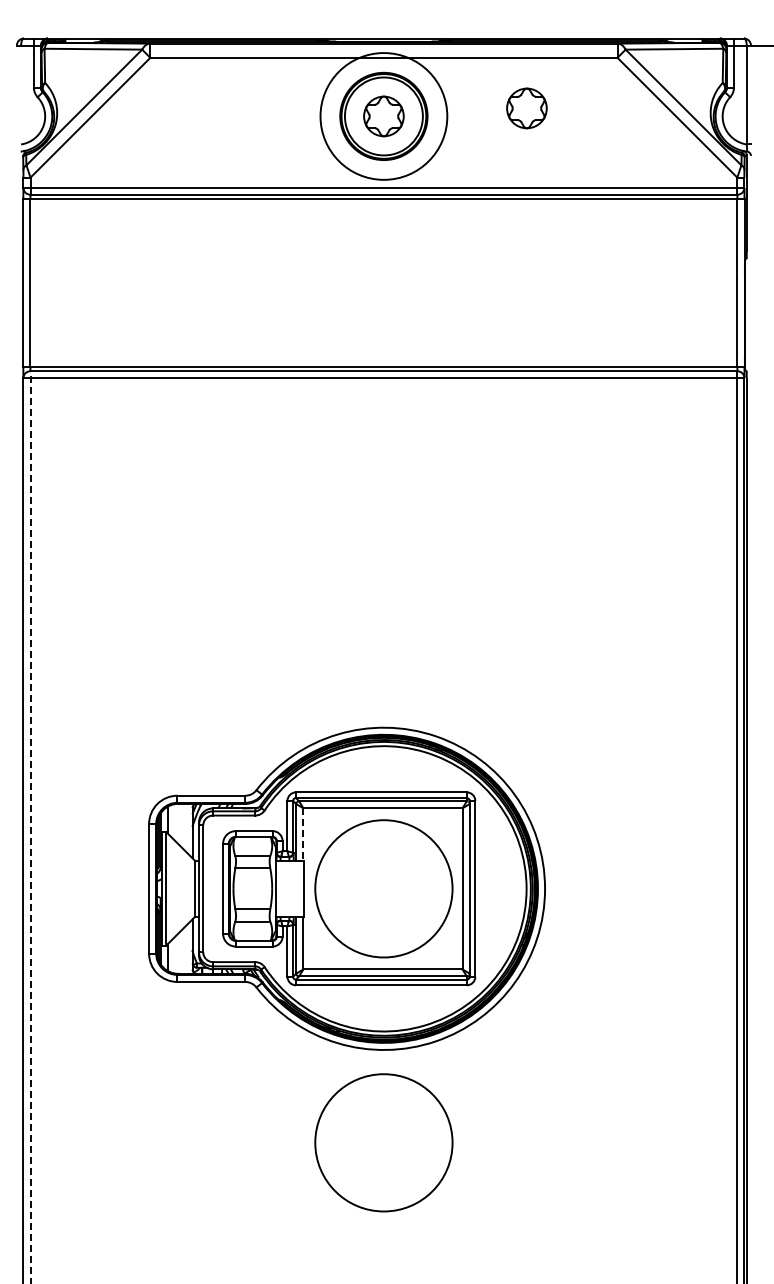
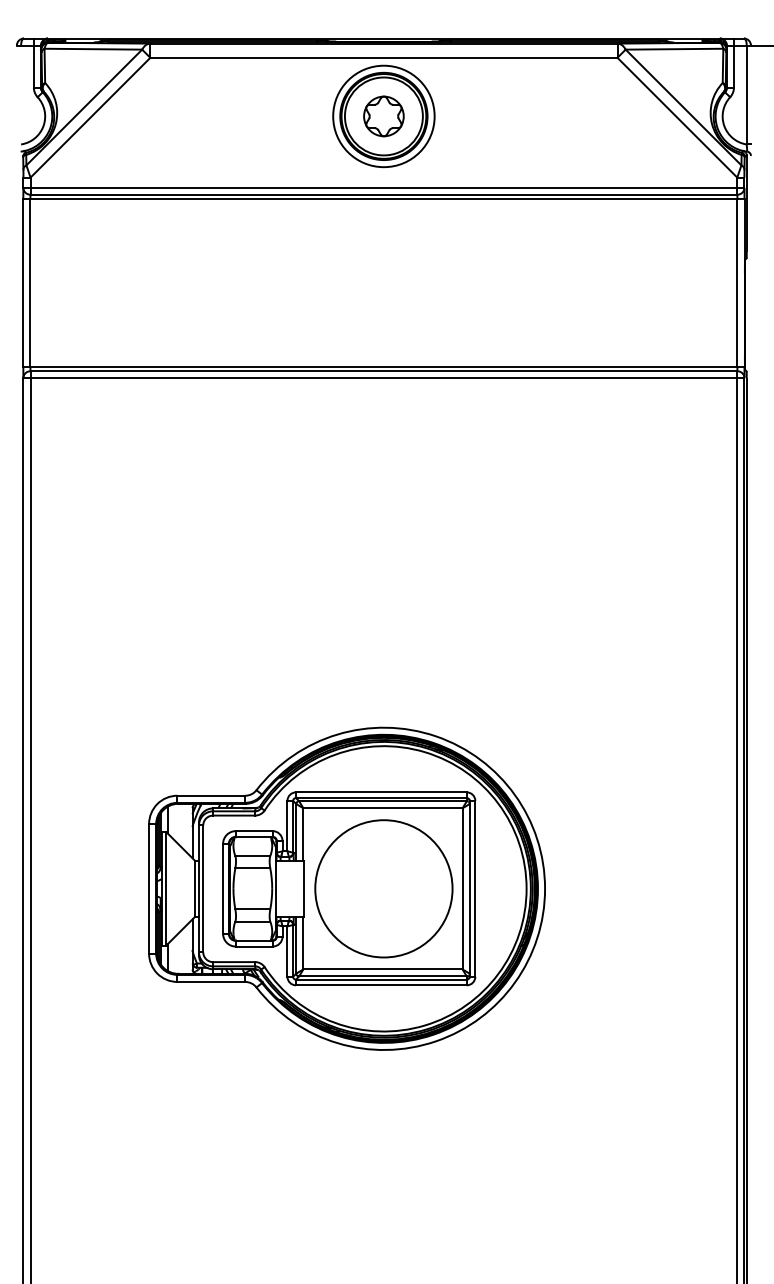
part at (526, 108): present -> none
circle at (383, 116) diameter: 127 px -> 101 px
line at (30, 826): dashed -> solid
line at (303, 834): dashed -> solid
circle at (383, 1142): present -> none
